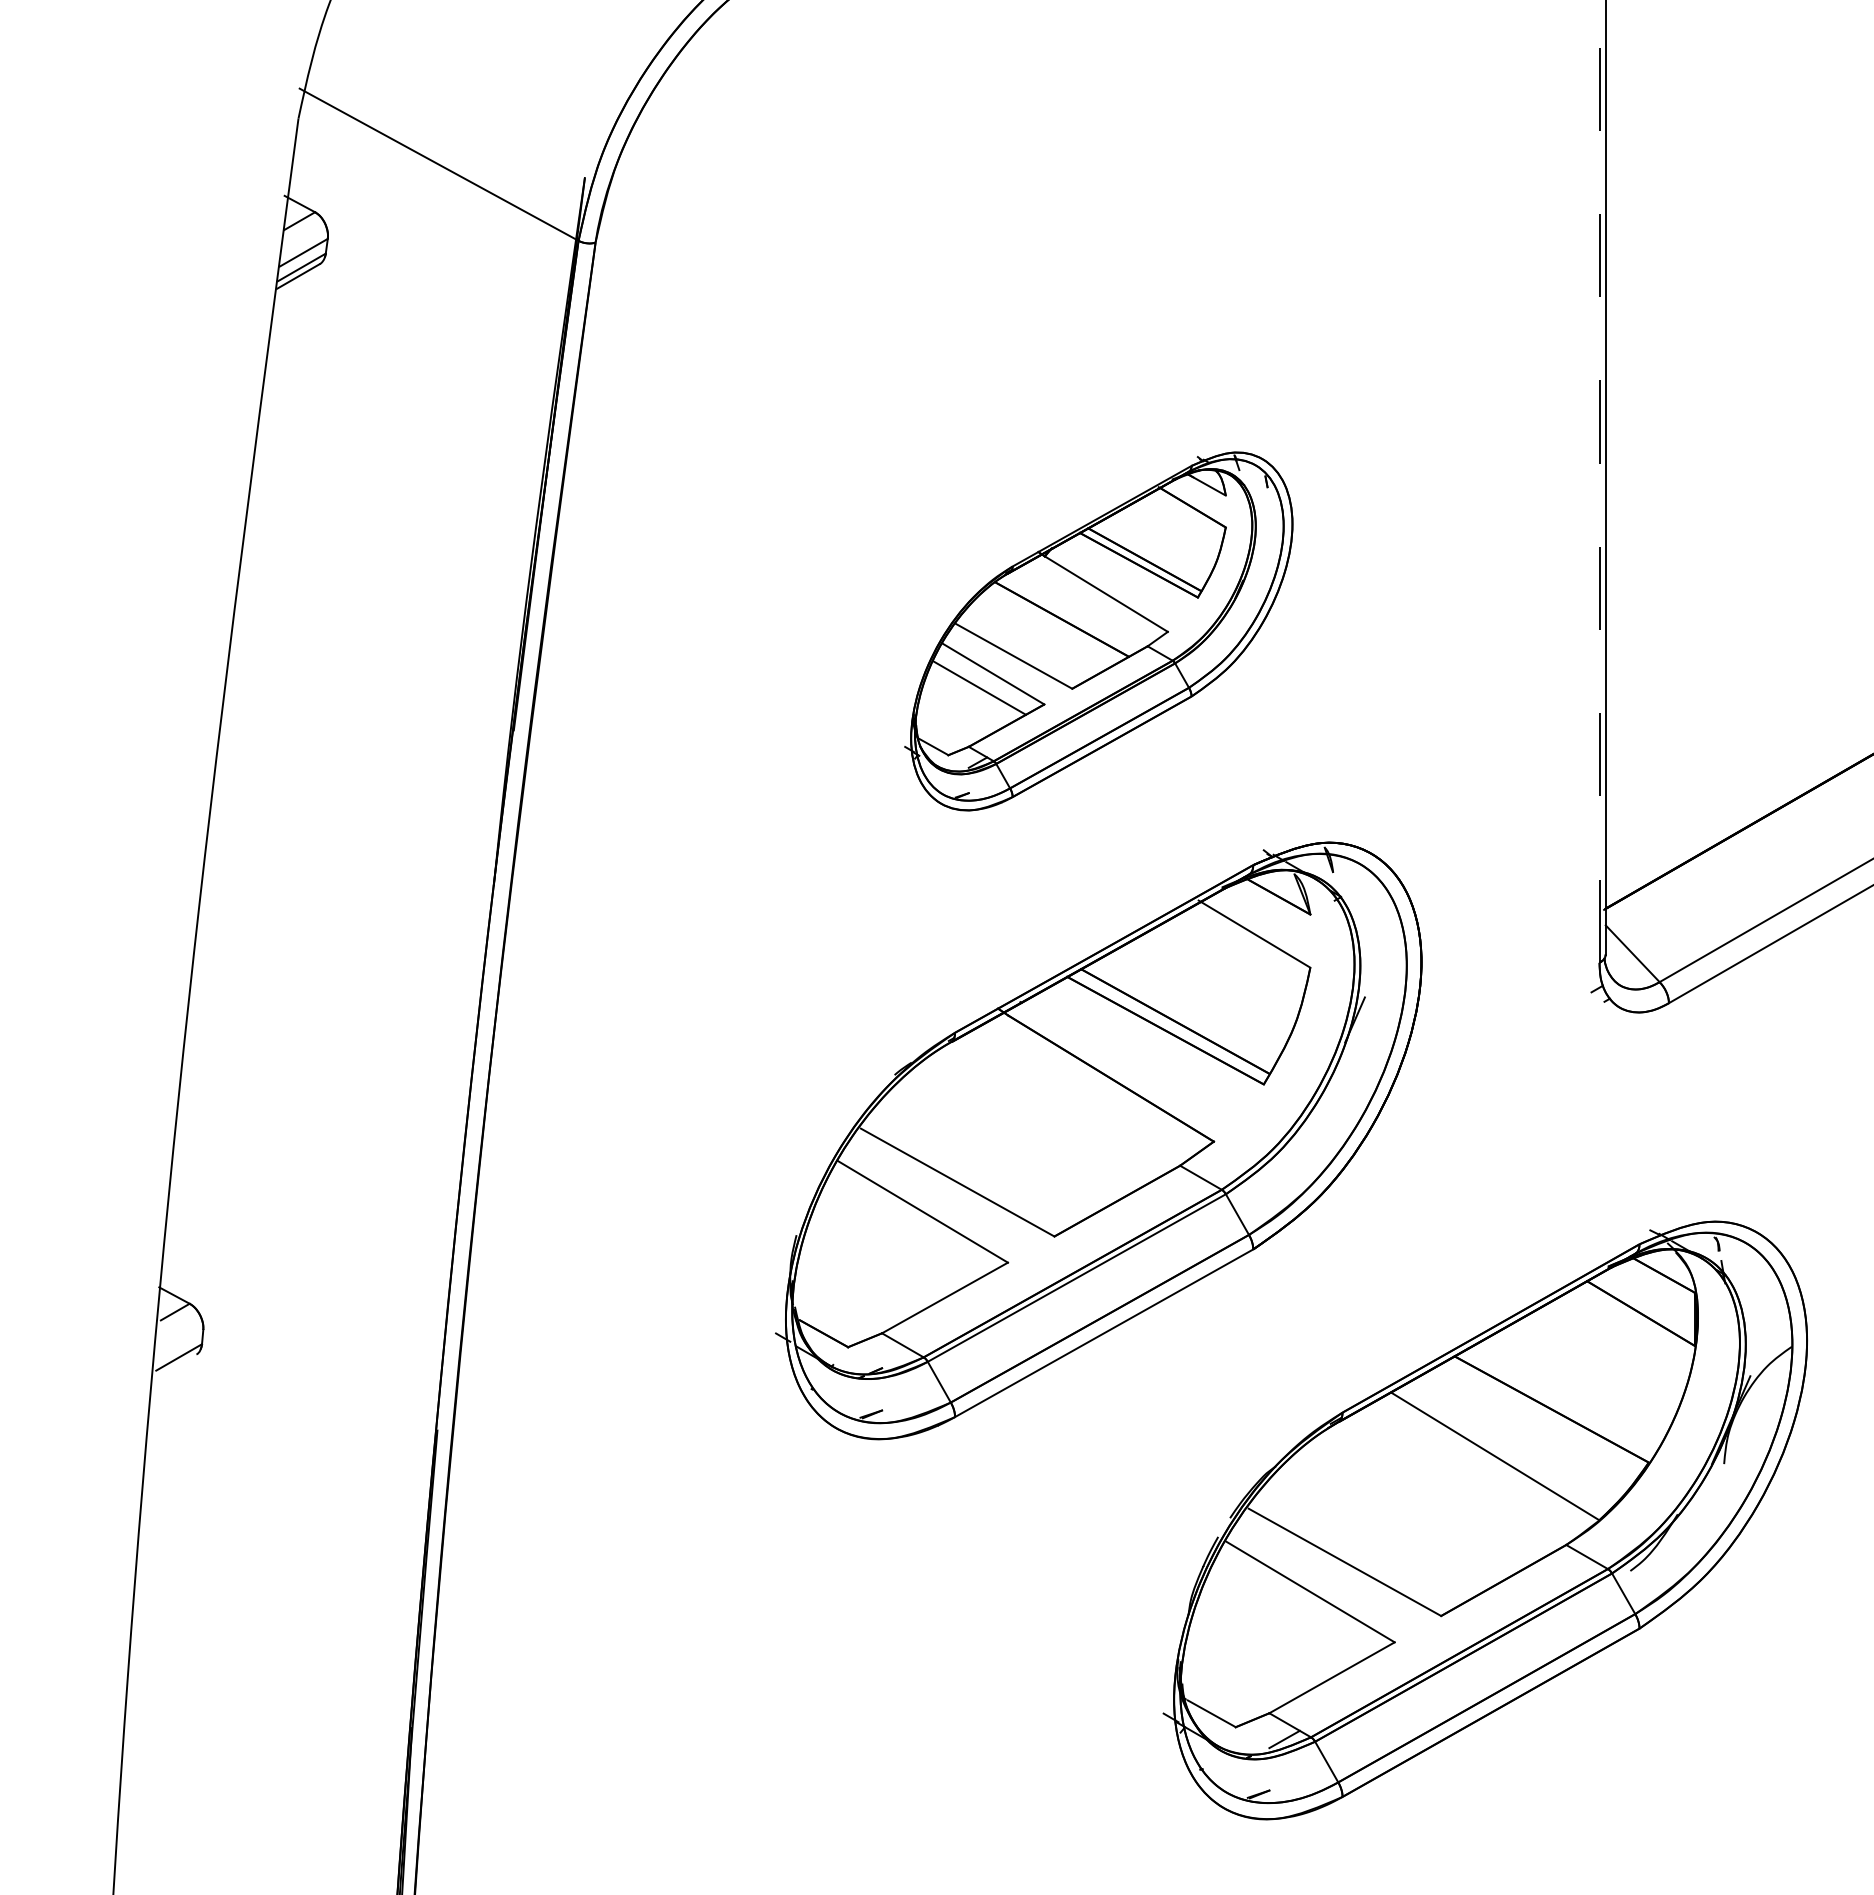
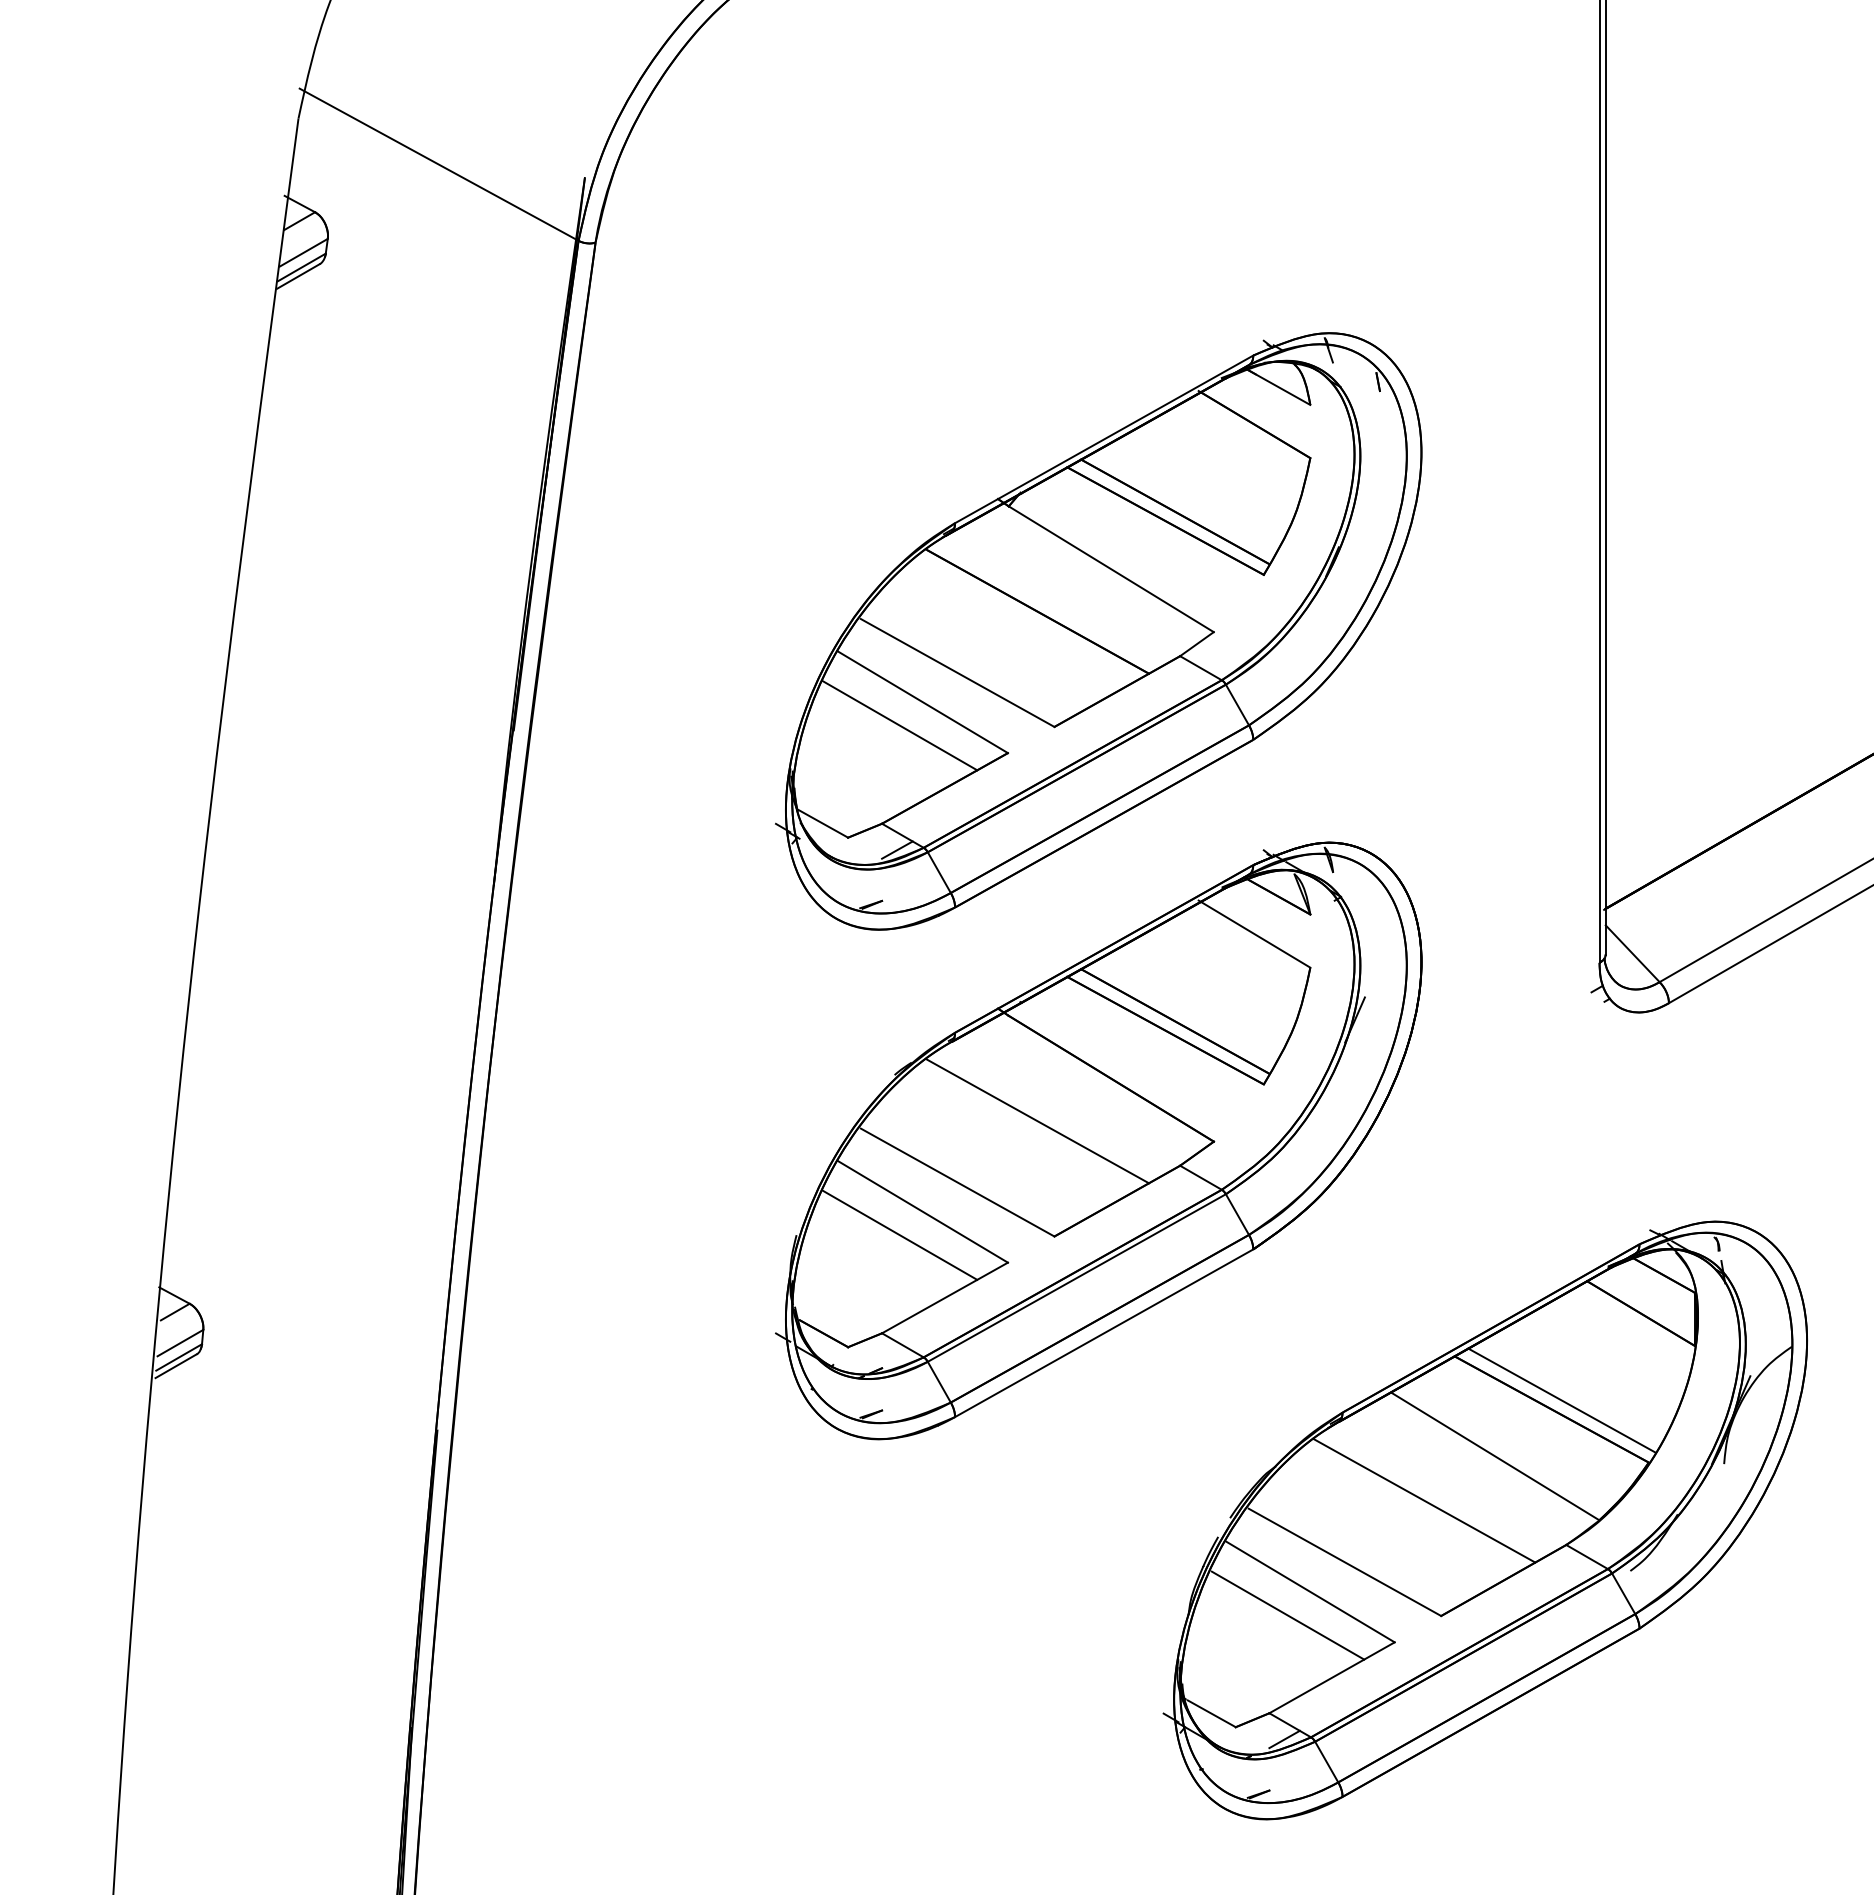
line at (1599, 481): dashed -> solid
part at (1098, 631) size: 390x361 px -> 648x599 px
line at (1037, 1121): none -> present
line at (899, 1234): none -> present
line at (180, 1342): none -> present
line at (175, 1366): none -> present
line at (1561, 1400): none -> present
line at (1424, 1500): none -> present
line at (1287, 1615): none -> present
